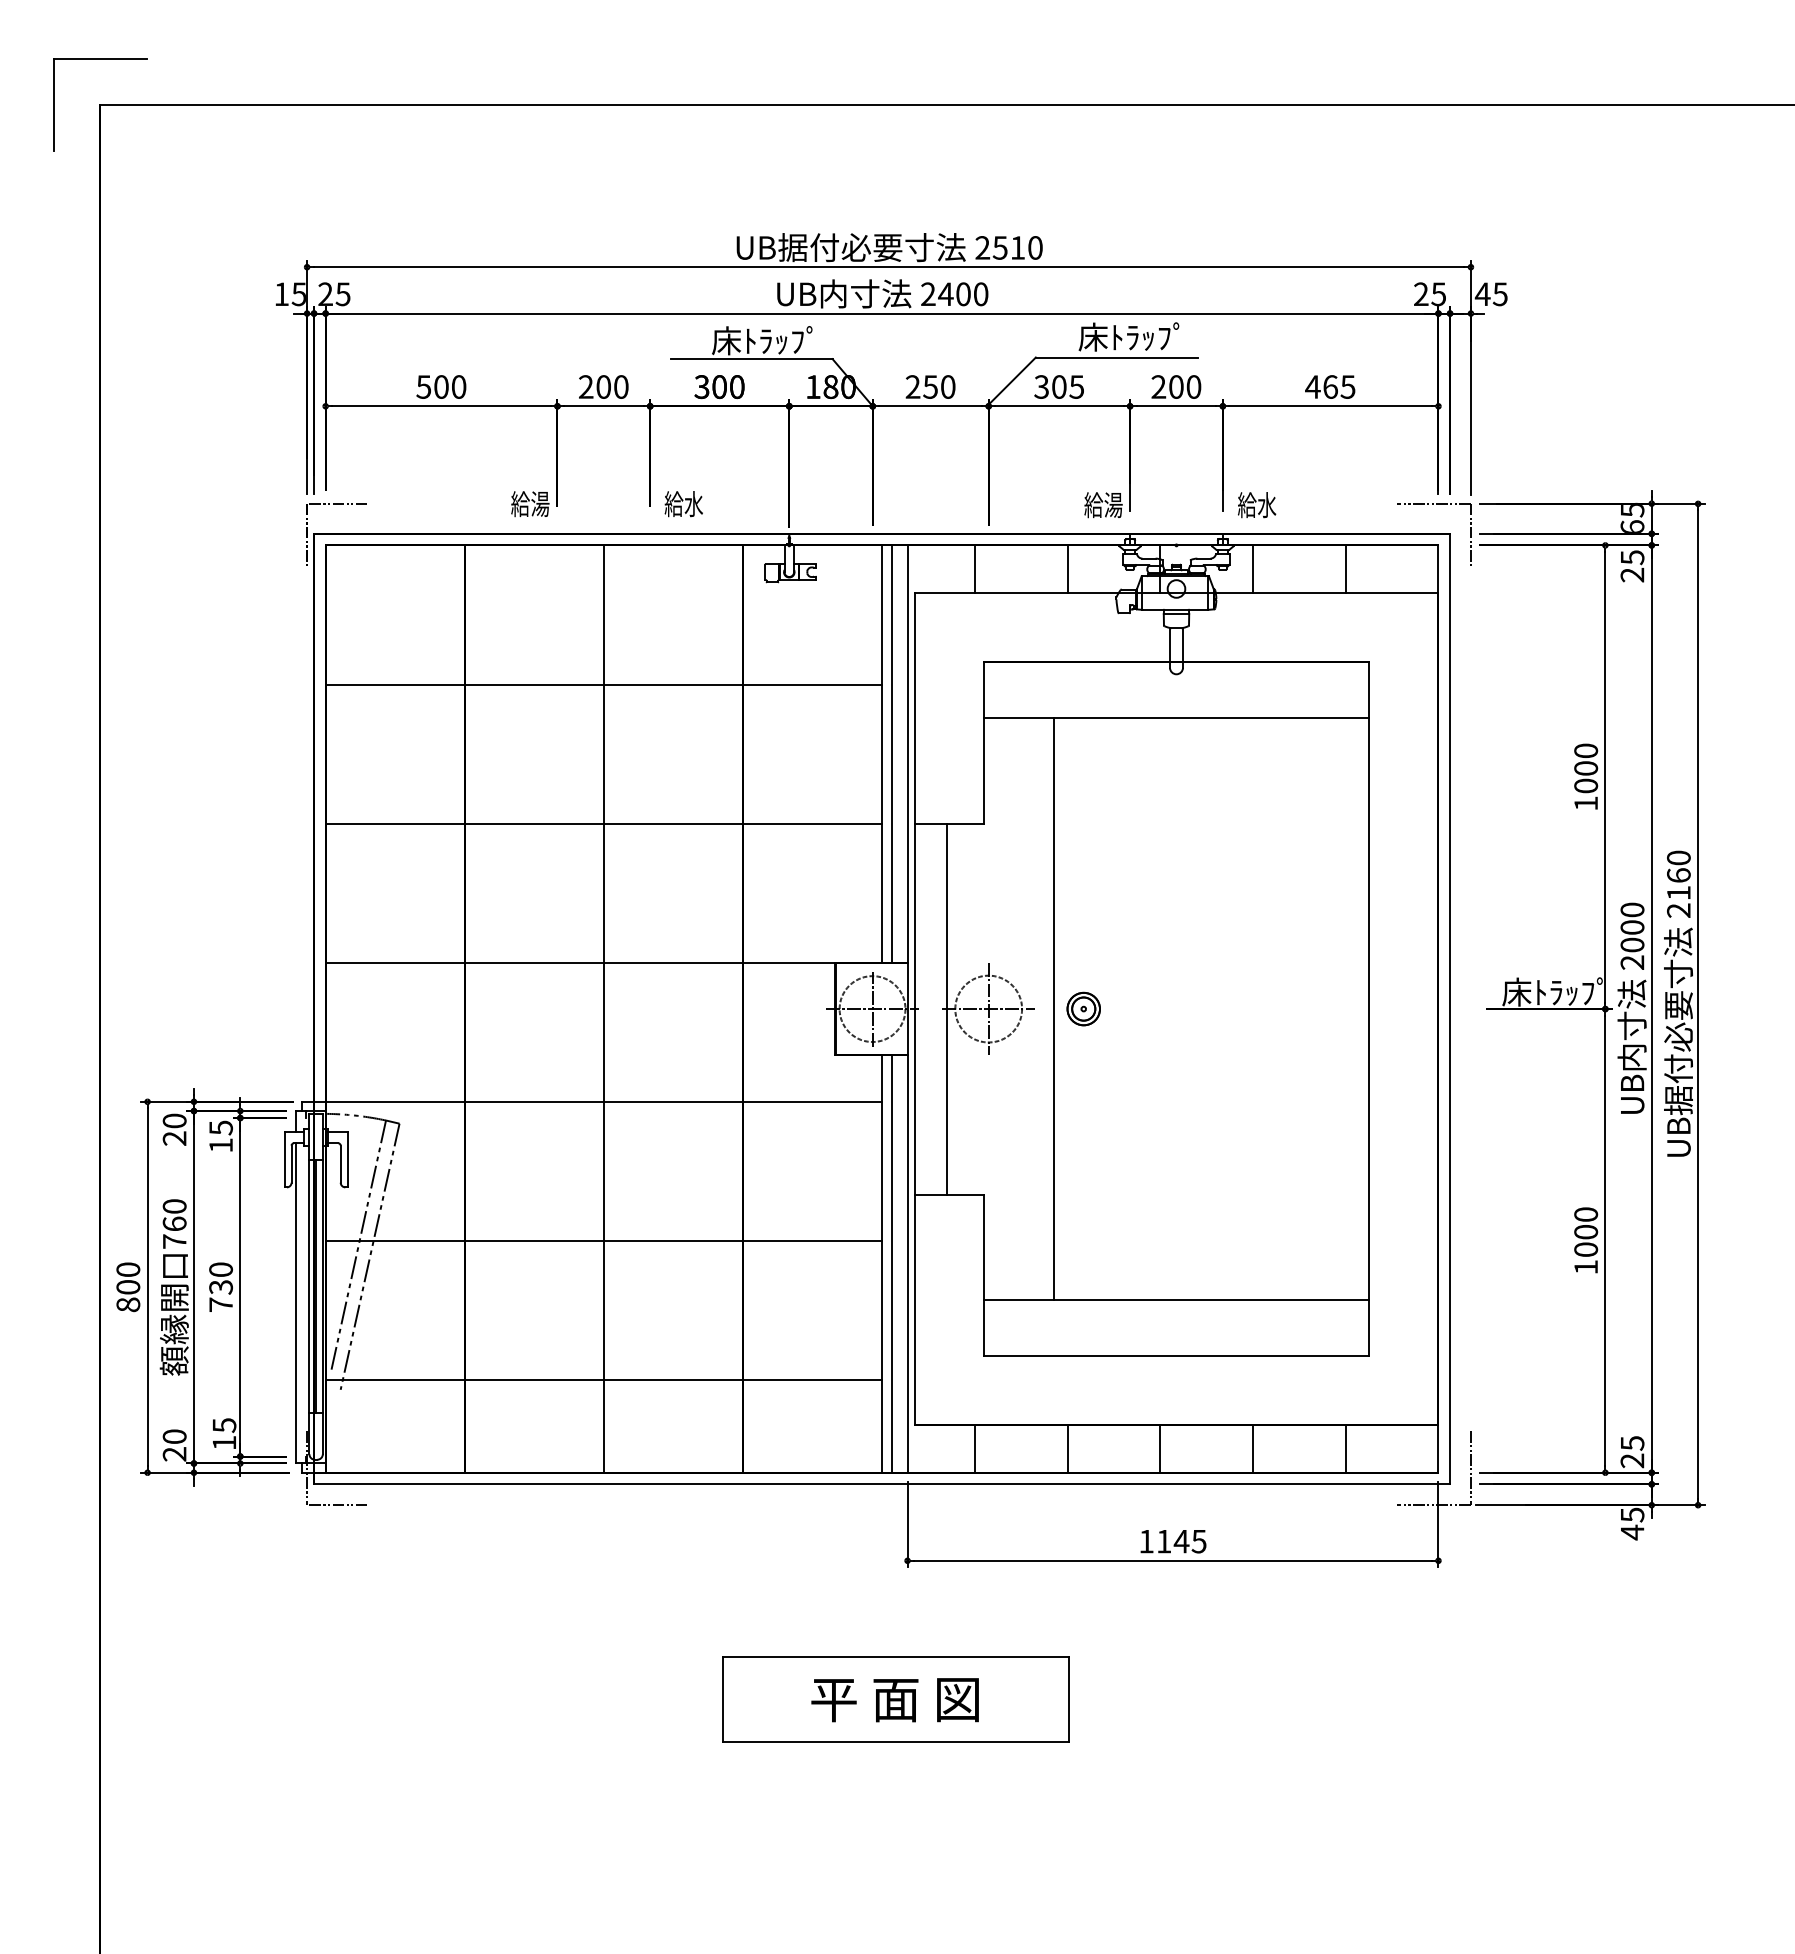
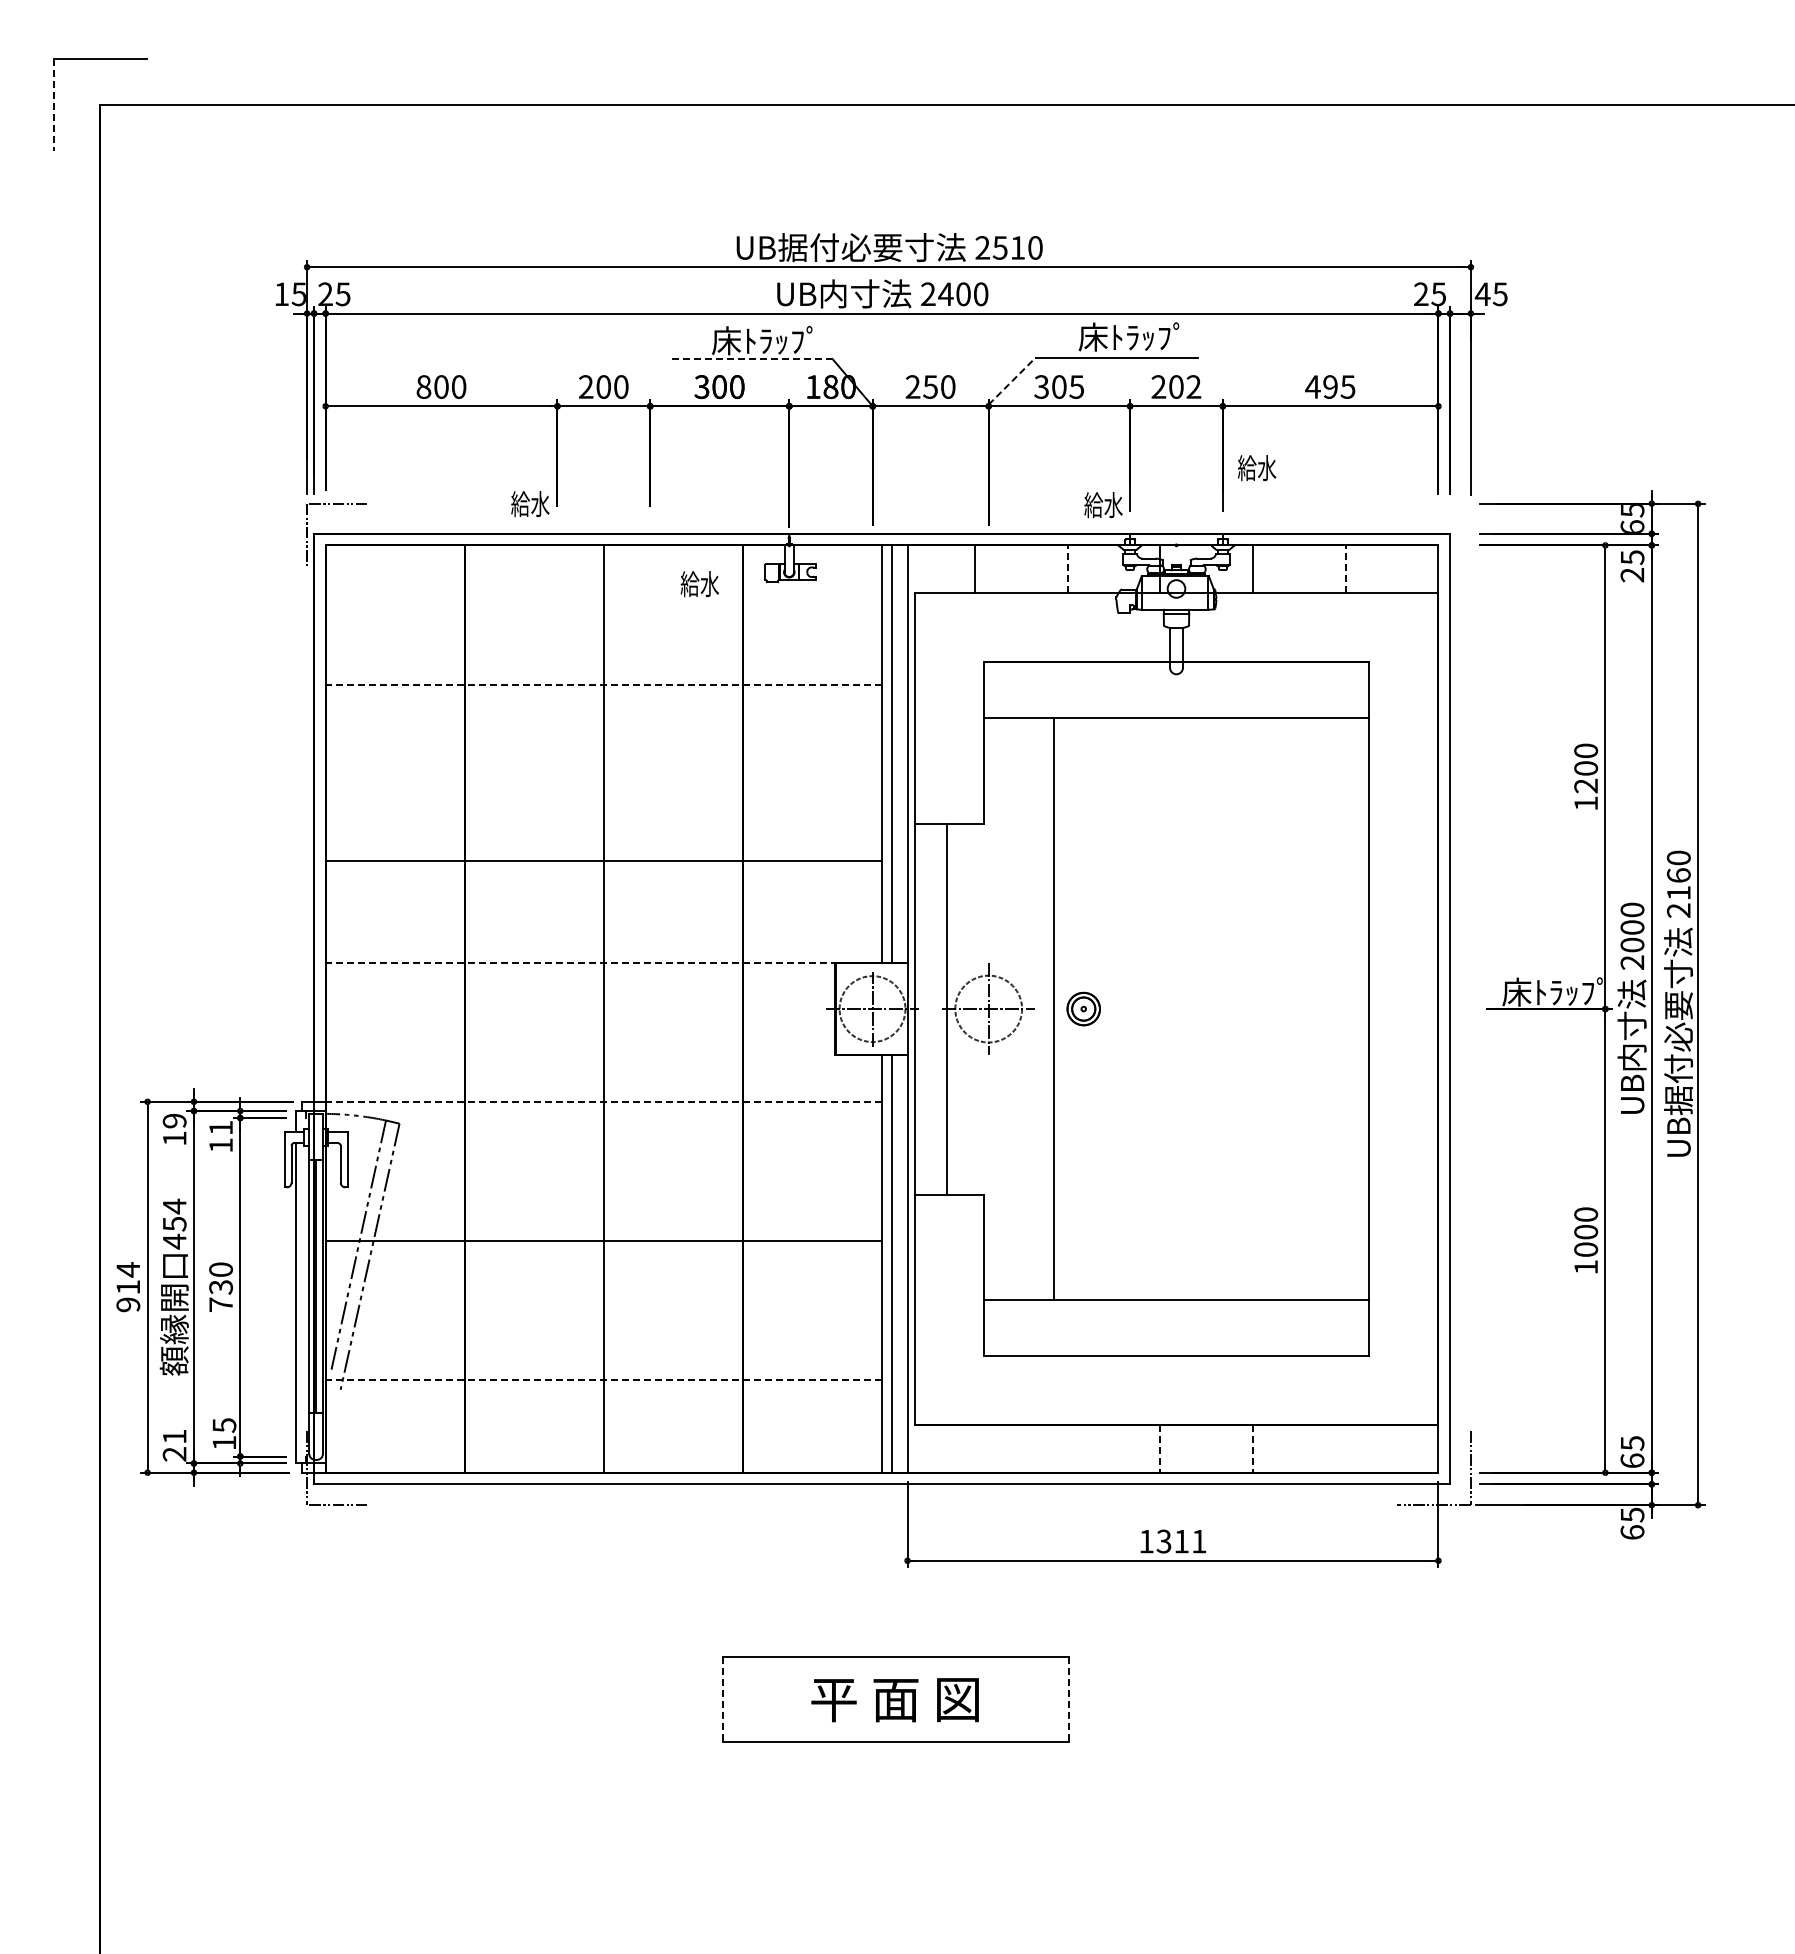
line at (53, 105): solid -> dashed
line at (751, 359): solid -> dashed
line at (1012, 380): solid -> dashed
text at (423, 386): 500 -> 800
text at (1193, 386): 200 -> 202
text at (1330, 386): 465 -> 495
text at (540, 504): 給湯 -> 給水
text at (683, 504) position: (683, 504) -> (699, 584)
part at (1433, 504): present -> none
text at (1113, 505): 給湯 -> 給水
text at (1257, 505) position: (1257, 505) -> (1257, 468)
line at (1067, 569): solid -> dashed
line at (1345, 569): solid -> dashed
line at (603, 684): solid -> dashed
text at (1586, 785): 1000 -> 1200
line at (603, 823) position: (603, 823) -> (603, 860)
line at (603, 962): solid -> dashed
line at (603, 1101): solid -> dashed
text at (221, 1127): 15 -> 11
text at (174, 1129): 20 -> 19
text at (174, 1223): 760 -> 454
text at (128, 1287): 800 -> 914
line at (603, 1380): solid -> dashed
text at (174, 1436): 20 -> 21
line at (974, 1448): present -> none
line at (1067, 1448): present -> none
line at (1160, 1448): solid -> dashed
line at (1253, 1448): solid -> dashed
line at (1345, 1448): present -> none
text at (1632, 1460): 25 -> 65
text at (1632, 1532): 45 -> 65
text at (1181, 1541): 1145 -> 1311
line at (723, 1699): solid -> dashed
line at (1068, 1699): solid -> dashed
